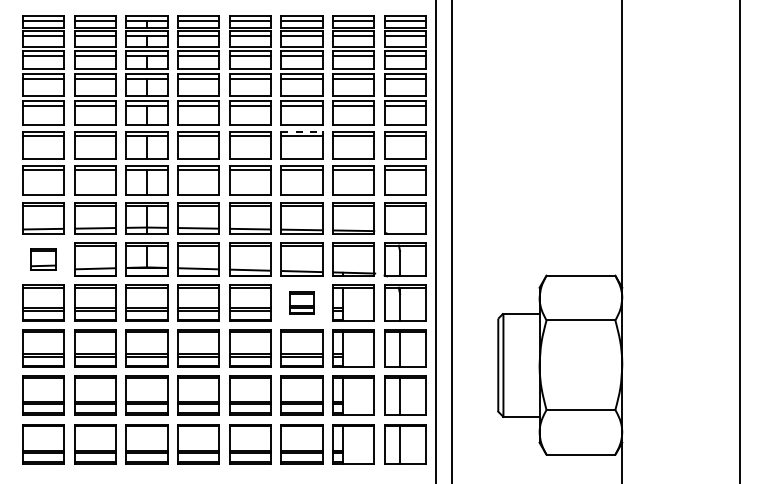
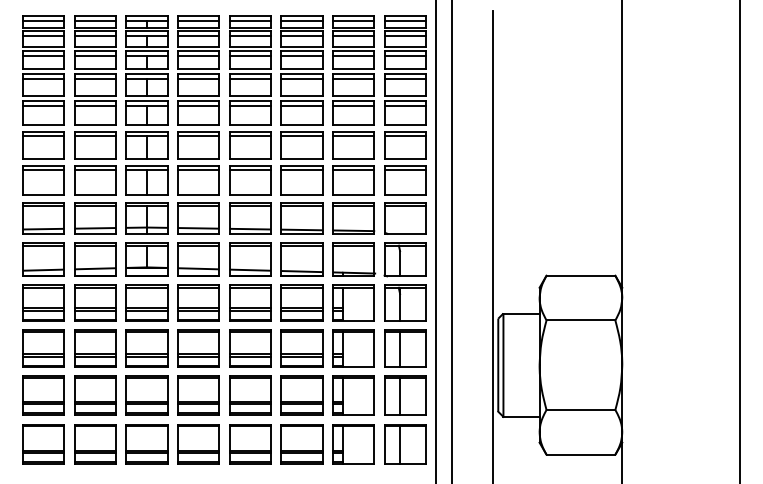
line at (301, 131): dashed -> solid
line at (493, 245): none -> present
part at (43, 259) size: 27x23 px -> 43x35 px
part at (301, 302) size: 26x24 px -> 44x38 px
